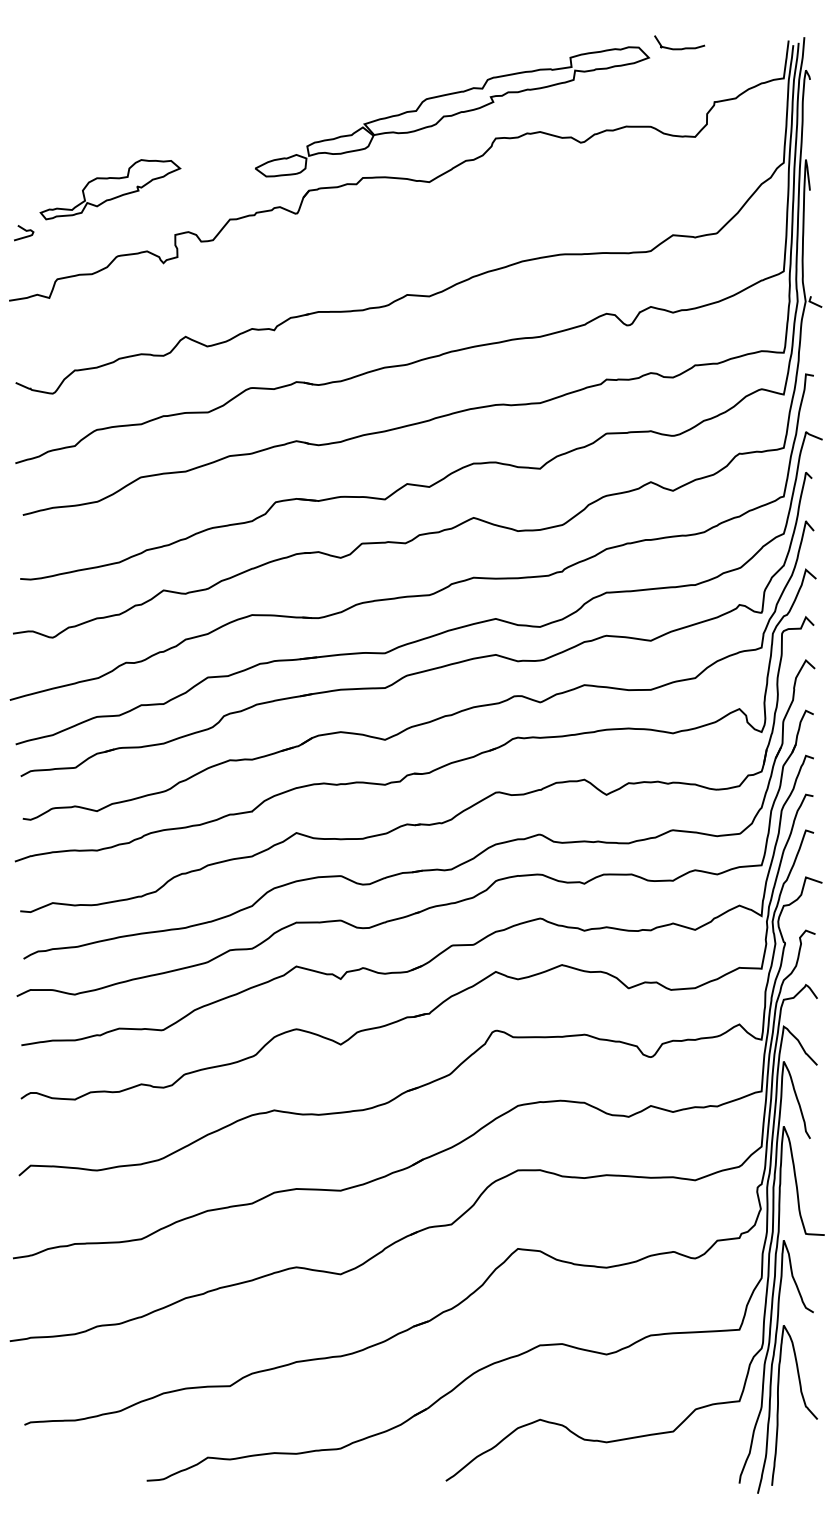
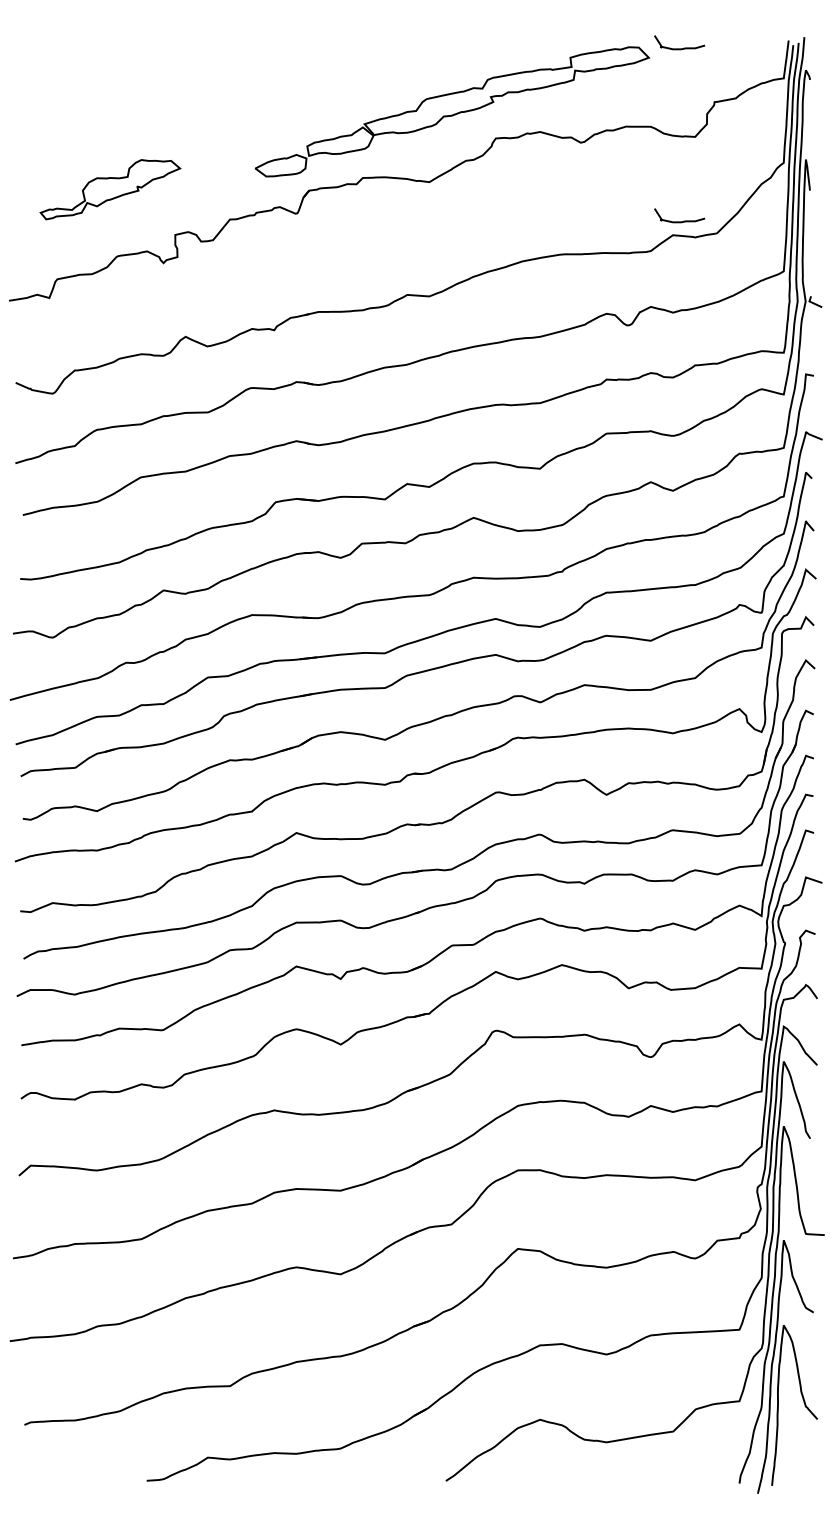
curve at (679, 221): none -> present
curve at (25, 231): present -> none
